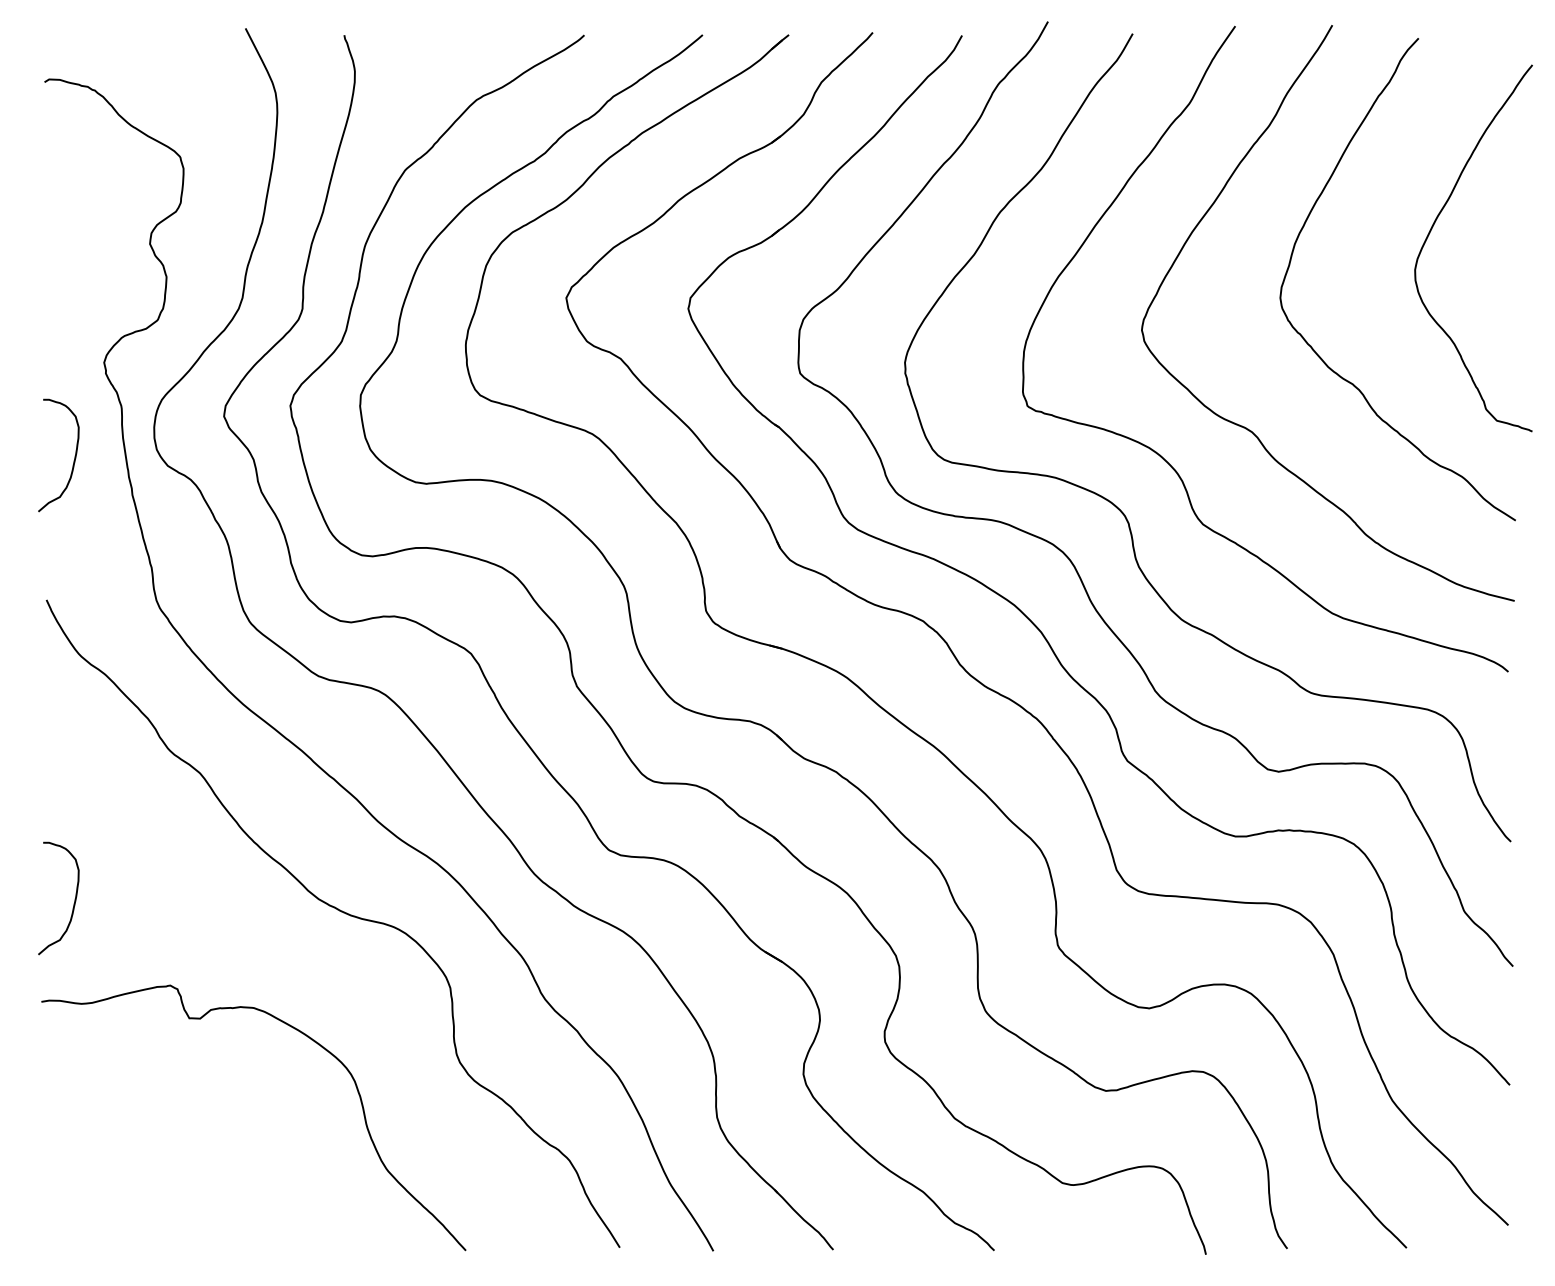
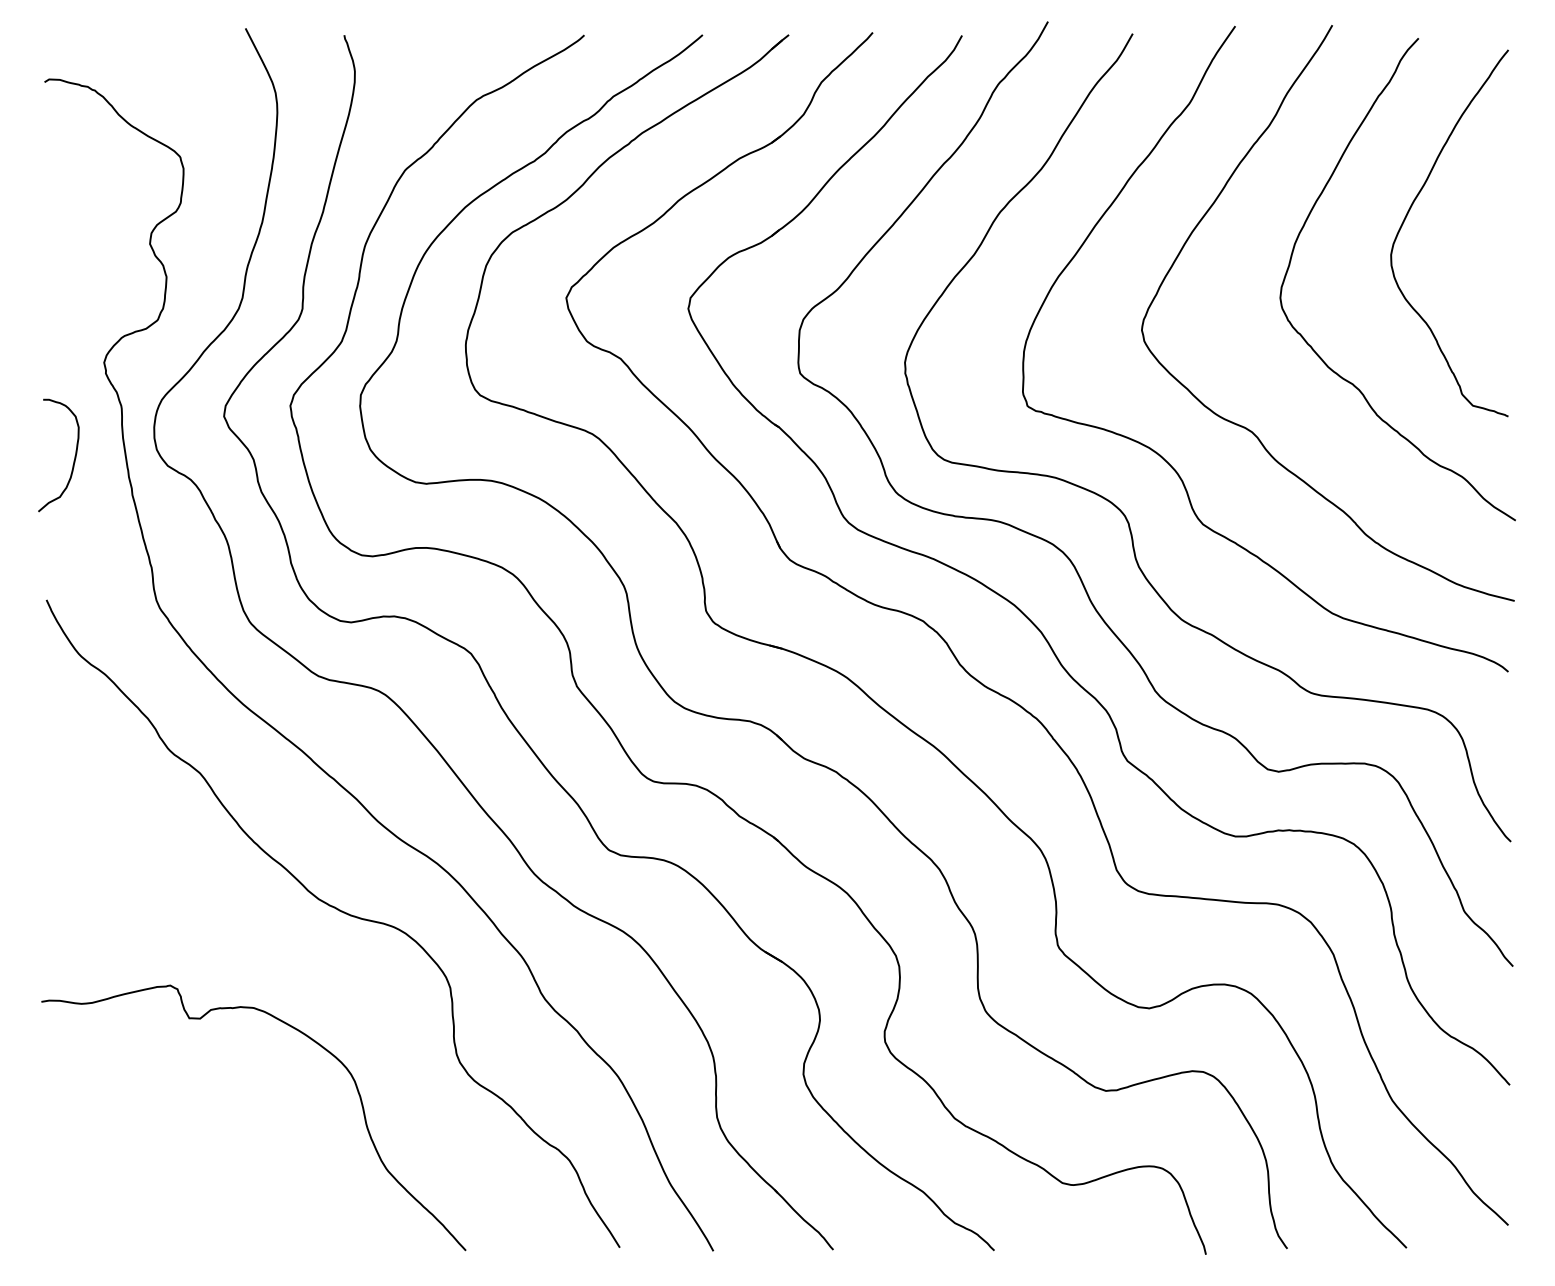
curve at (1432, 229) position: (1432, 229) -> (1408, 214)
curve at (73, 903): present -> none
